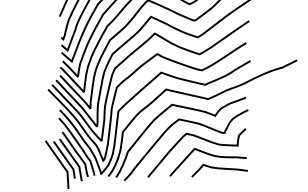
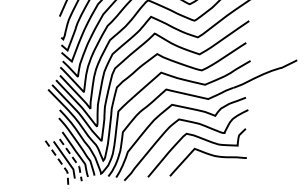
line at (74, 159): solid -> dashed
line at (62, 164): solid -> dashed
curve at (219, 169): present -> none
